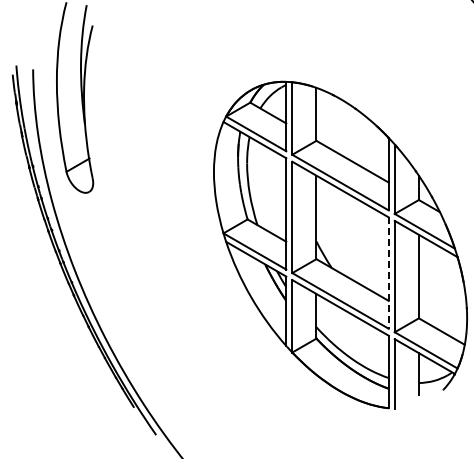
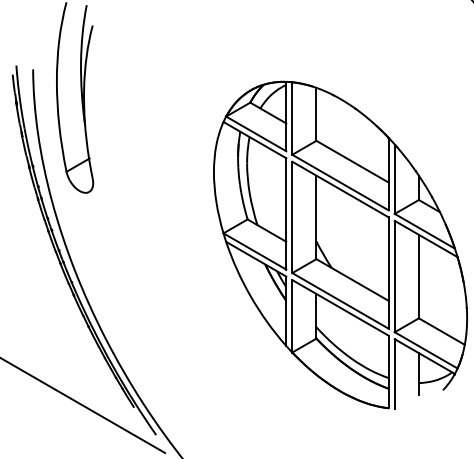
line at (388, 273): dashed -> solid
line at (83, 405): none -> present
